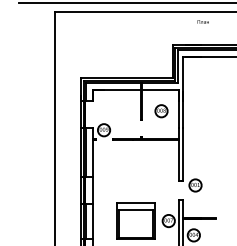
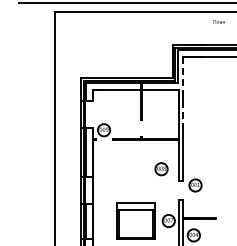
text at (202, 21) position: (202, 21) -> (218, 21)
line at (183, 92): solid -> dashed
part at (161, 111) position: (161, 111) -> (161, 169)
